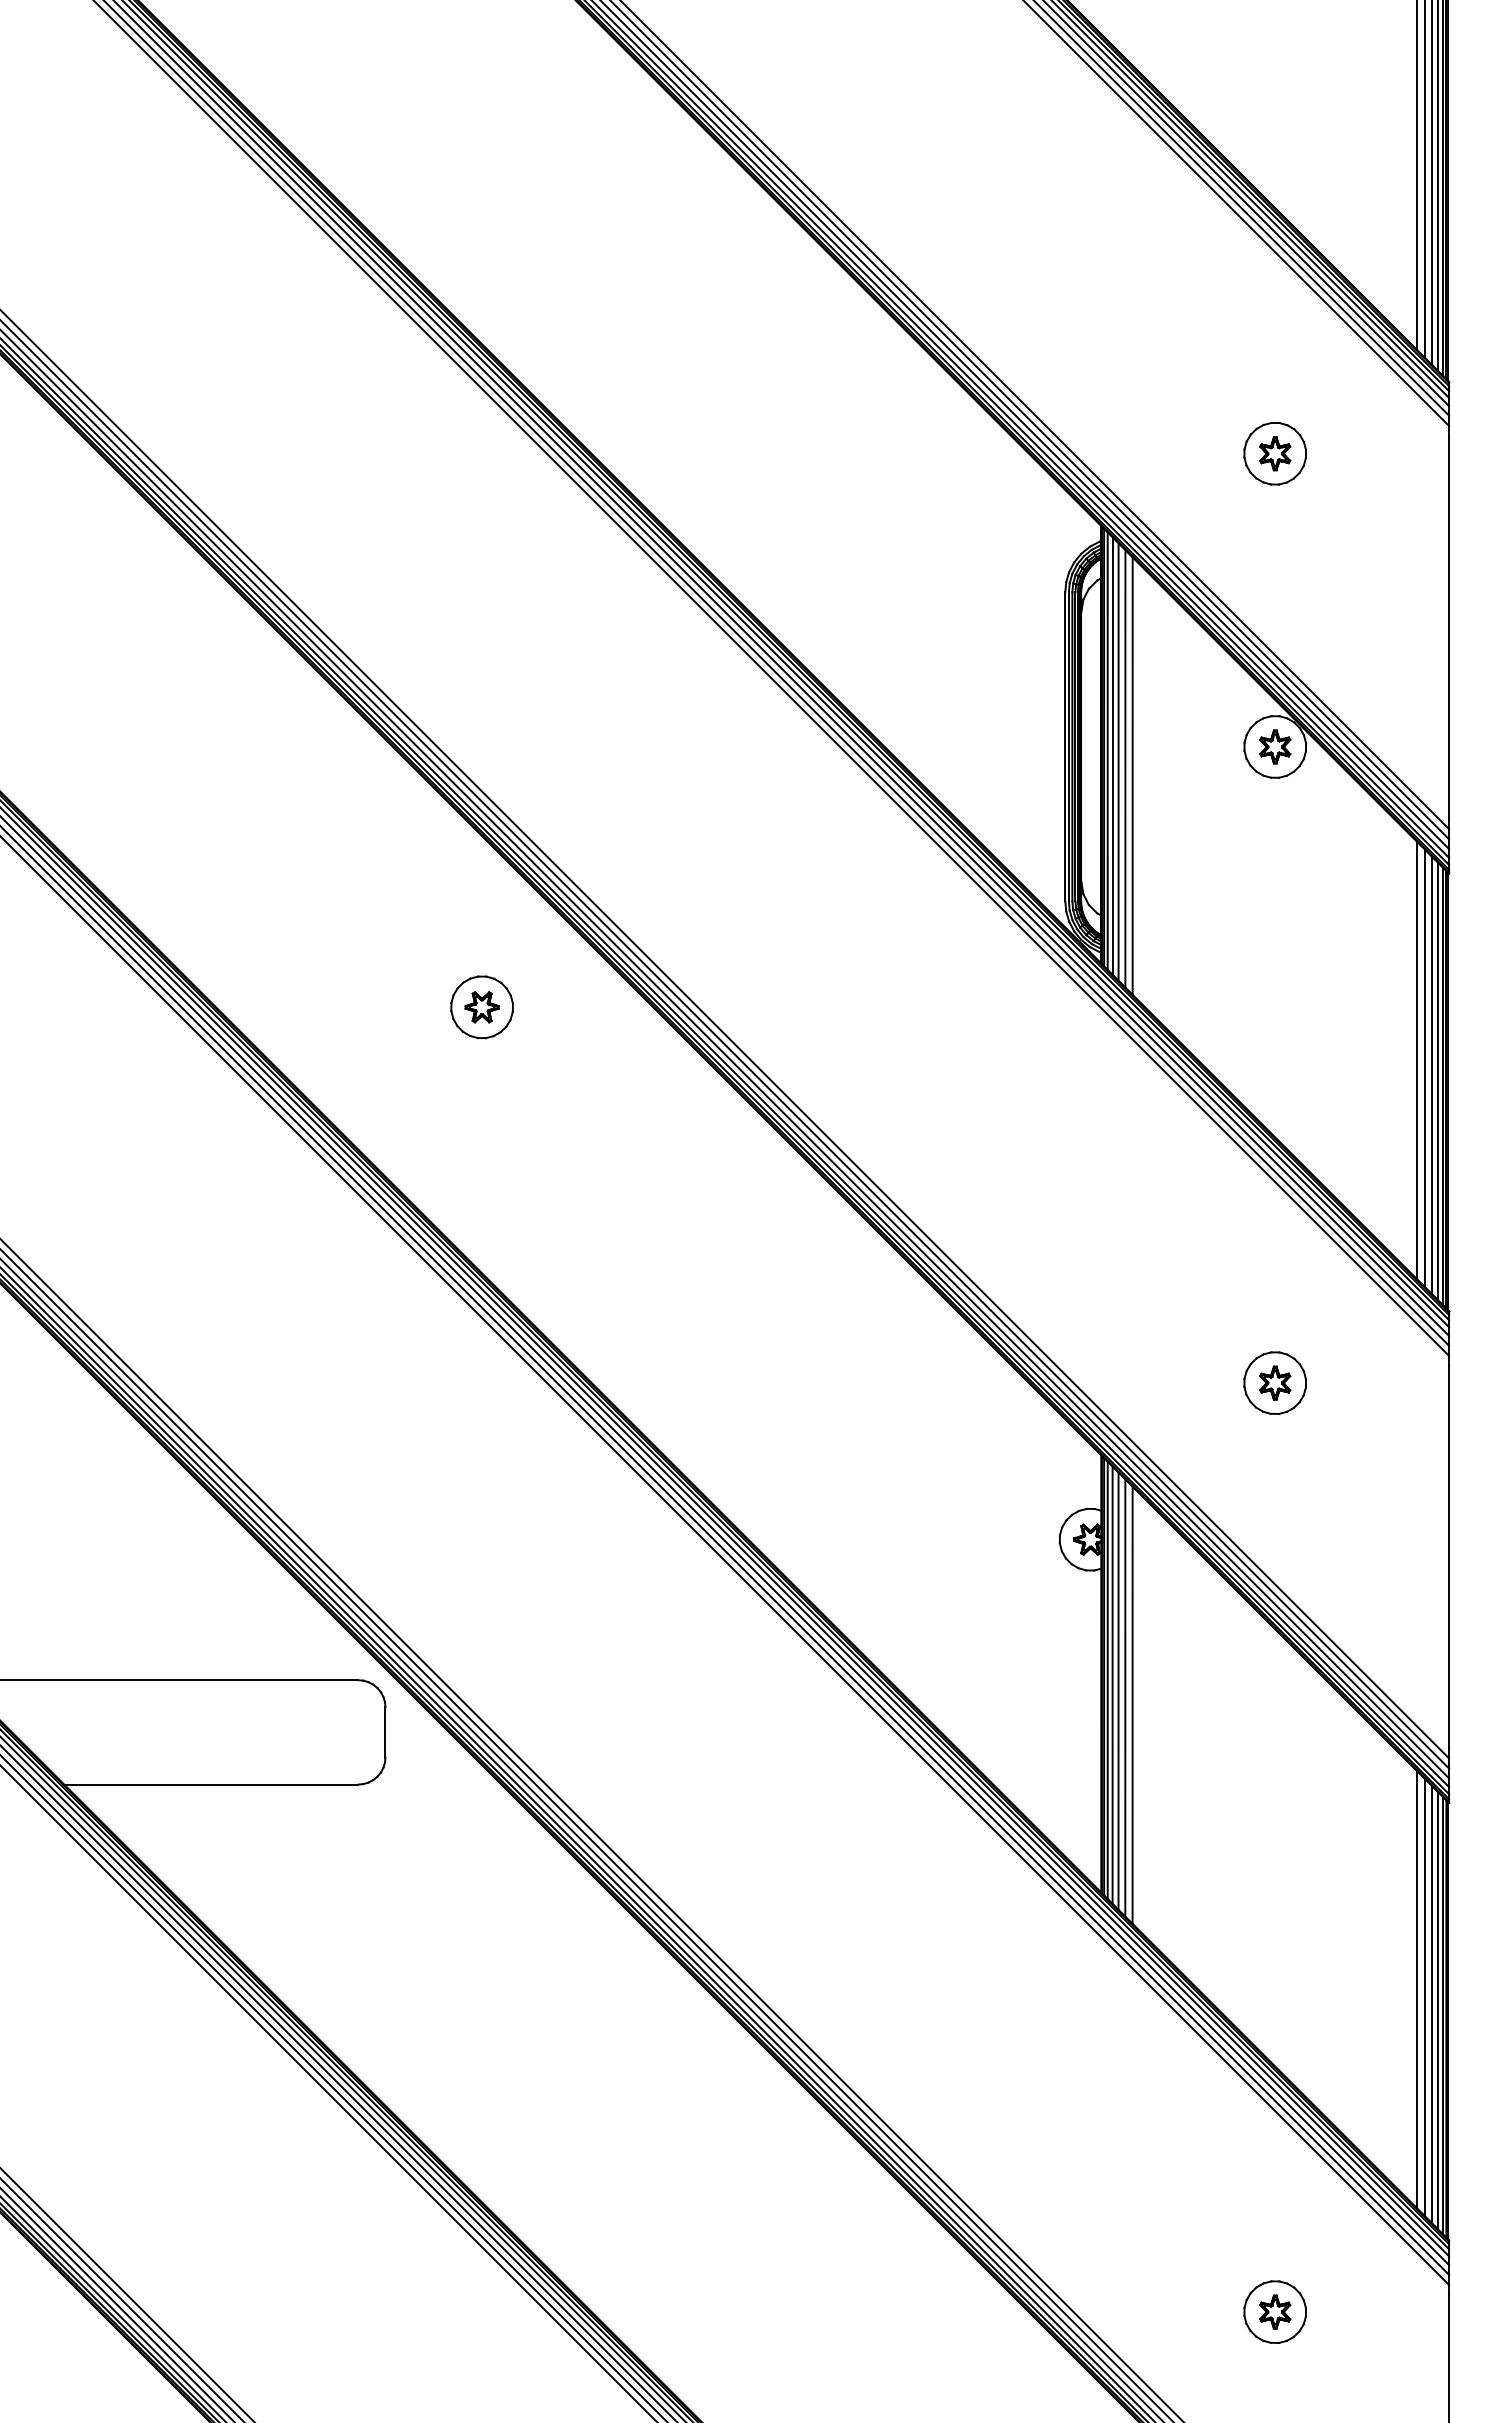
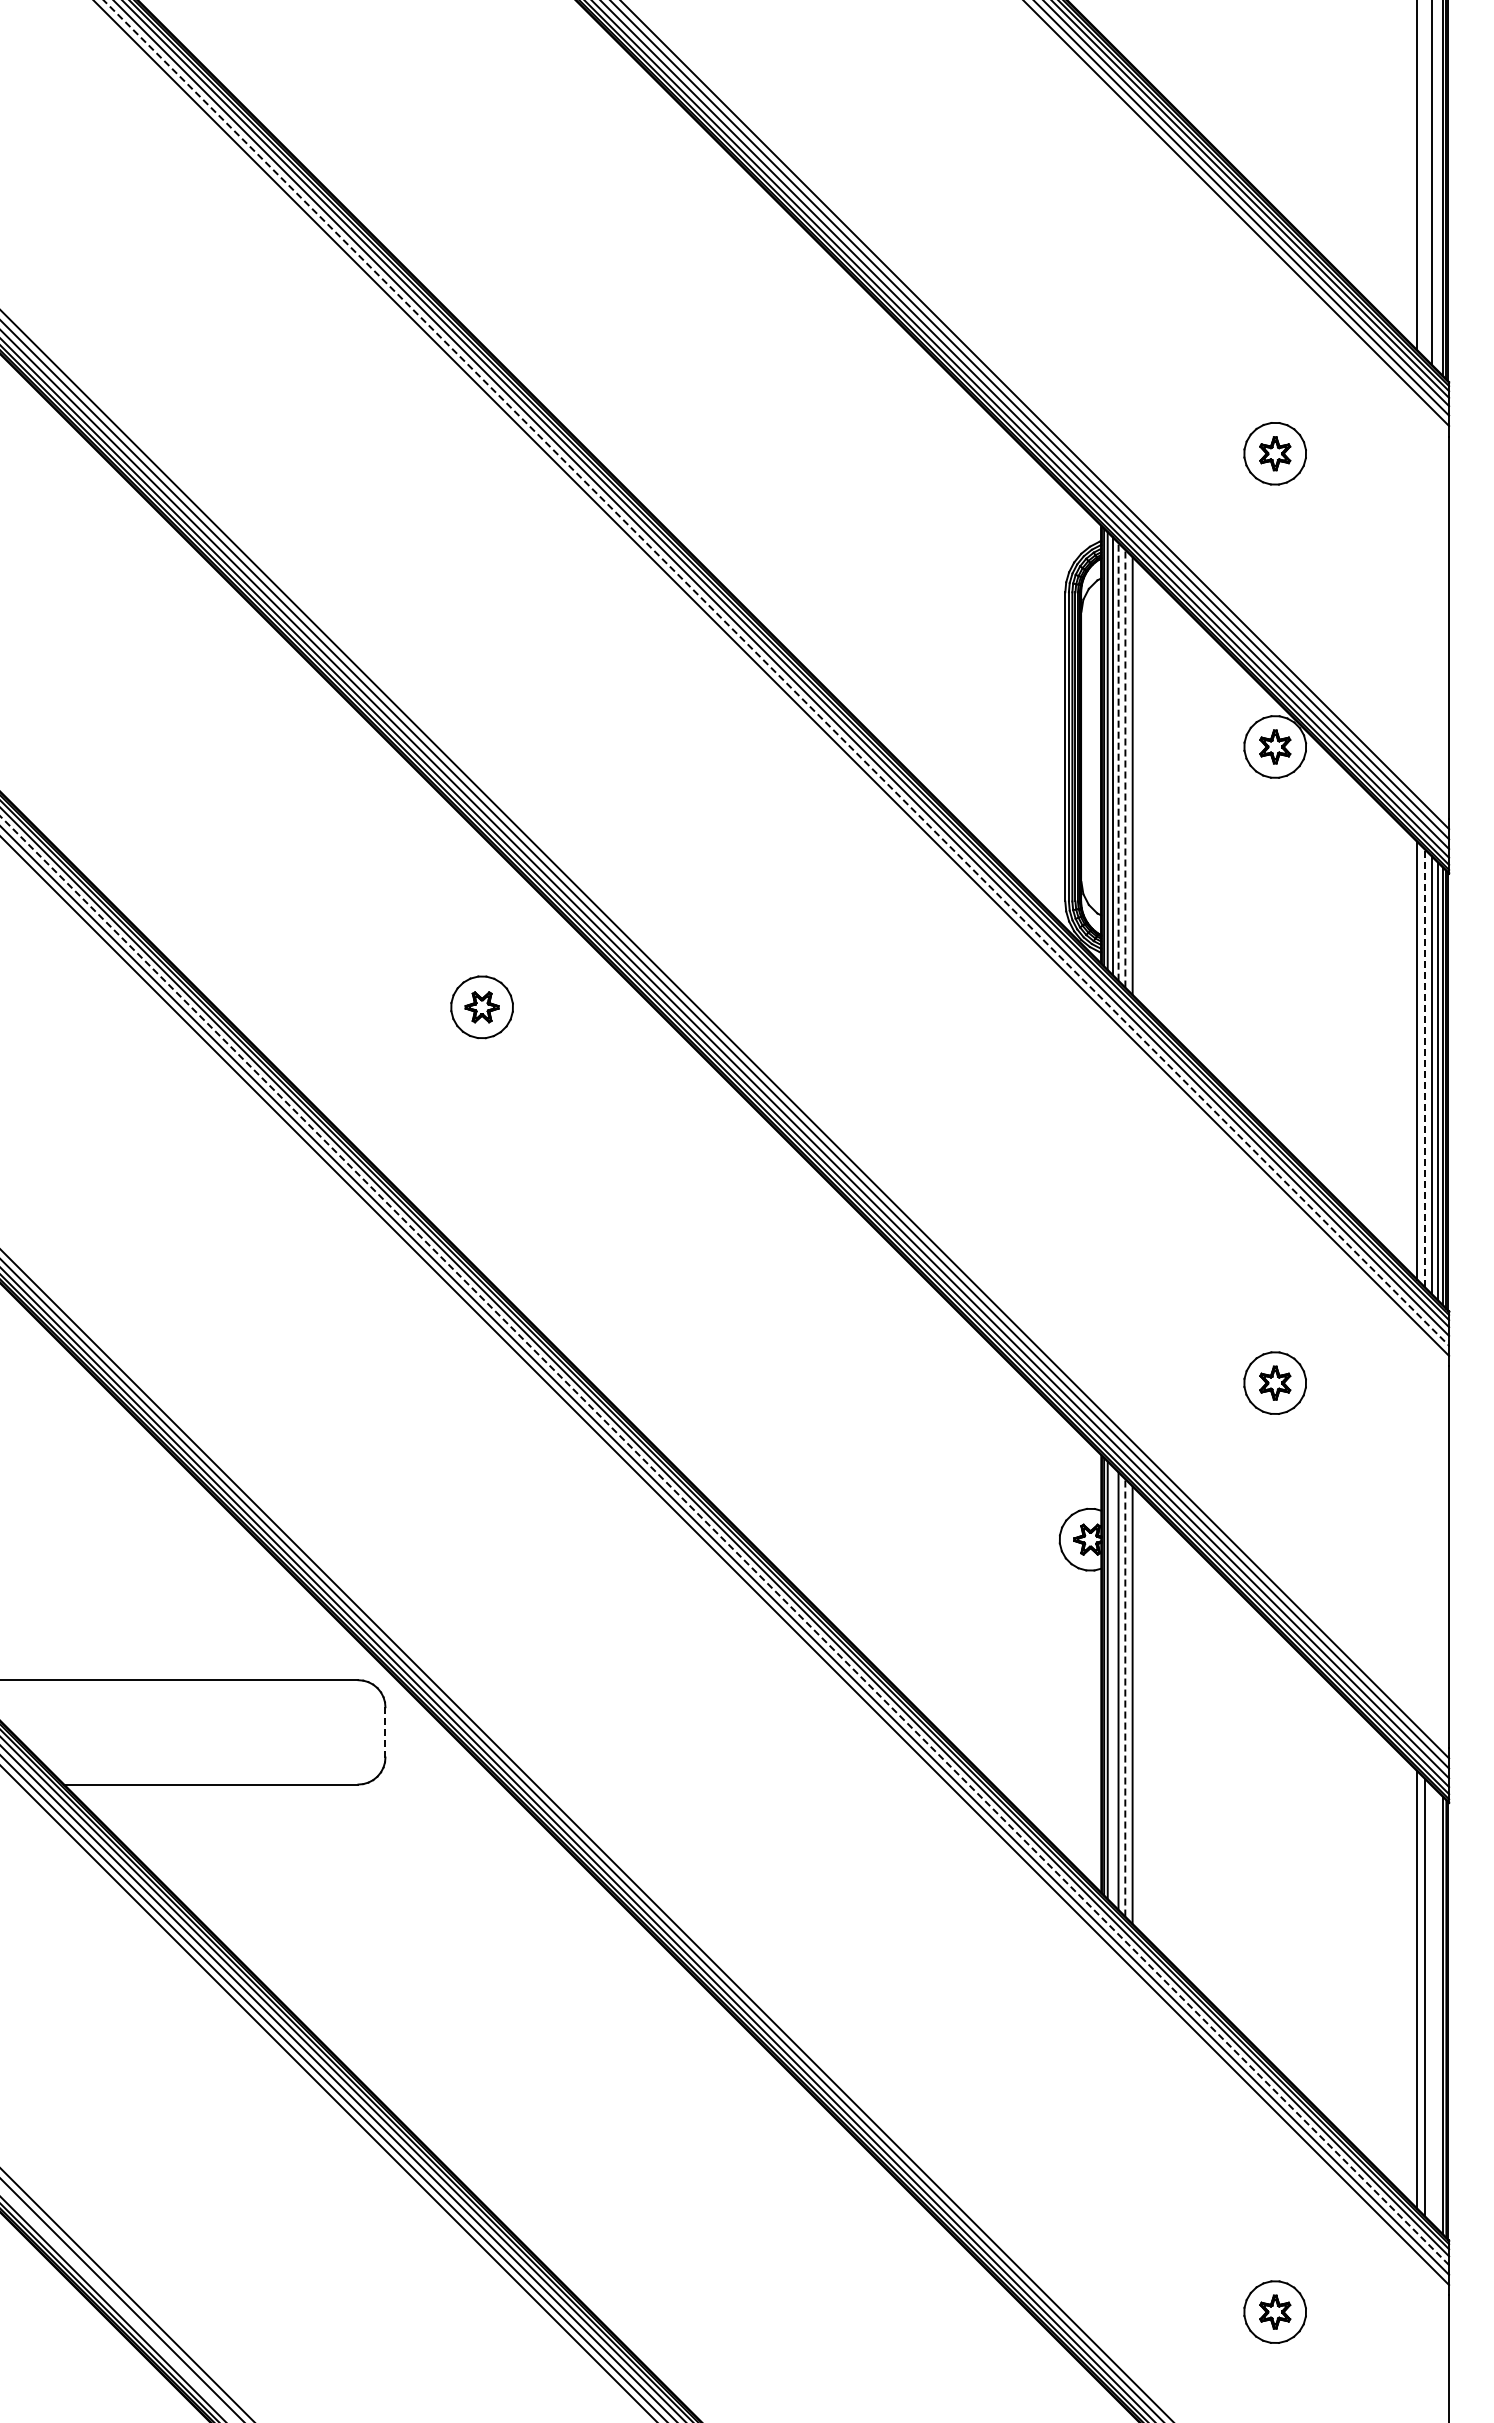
line at (1424, 179): present -> none
line at (1437, 186): present -> none
line at (776, 673): solid -> dashed
line at (1118, 762): solid -> dashed
line at (1125, 768): solid -> dashed
line at (1424, 1068): solid -> dashed
line at (724, 1540): solid -> dashed
line at (1112, 1684): present -> none
line at (1125, 1697): solid -> dashed
line at (385, 1731): solid -> dashed
line at (591, 1829): present -> none
line at (1431, 2003): present -> none
line at (1437, 2010): present -> none
line at (116, 2304): present -> none
